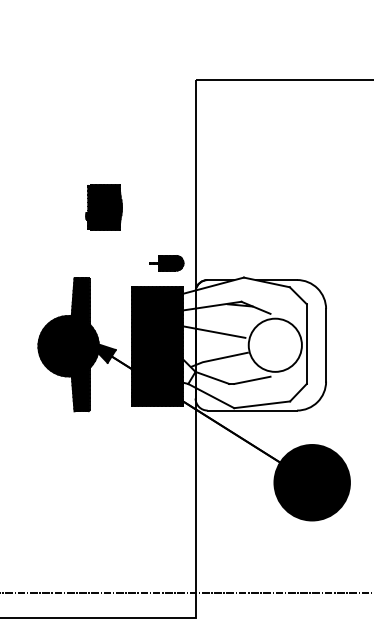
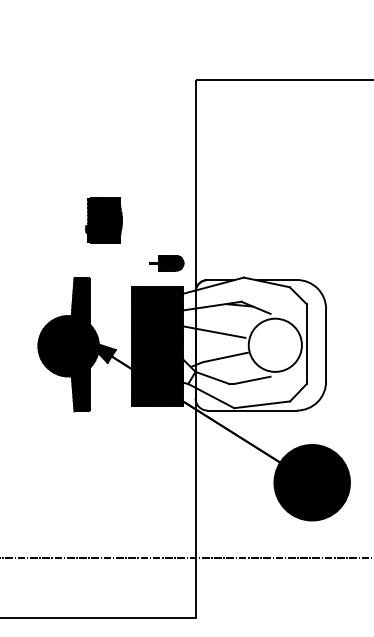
part at (103, 207) position: (103, 207) -> (103, 220)
line at (186, 593) position: (186, 593) -> (186, 558)
